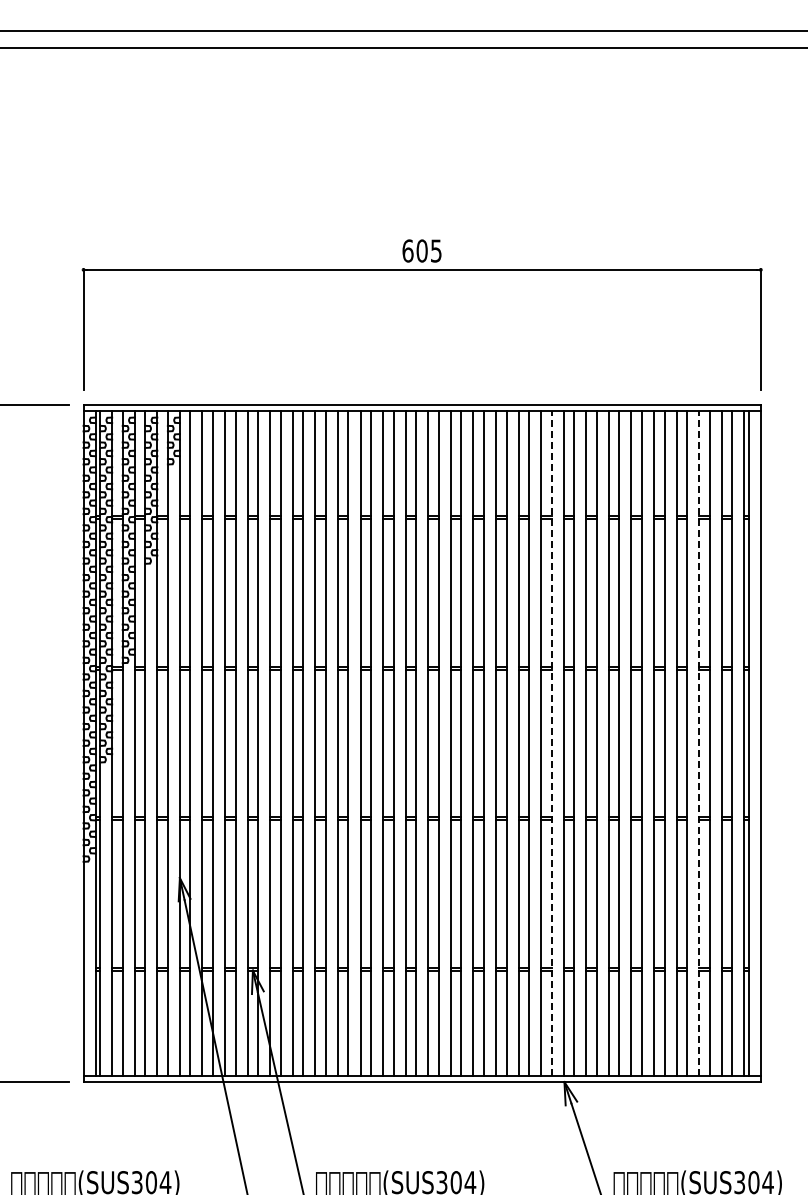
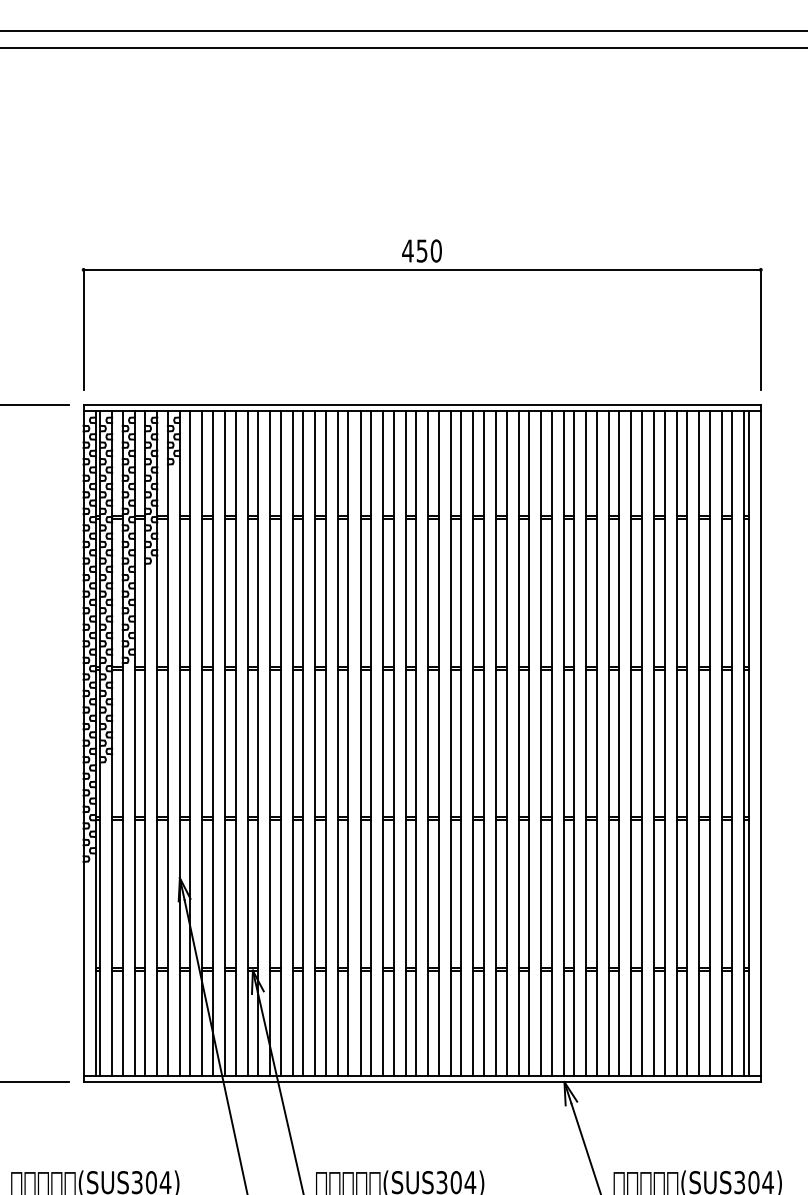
text at (421, 250): 605 -> 450
line at (551, 743): dashed -> solid
line at (699, 743): dashed -> solid
